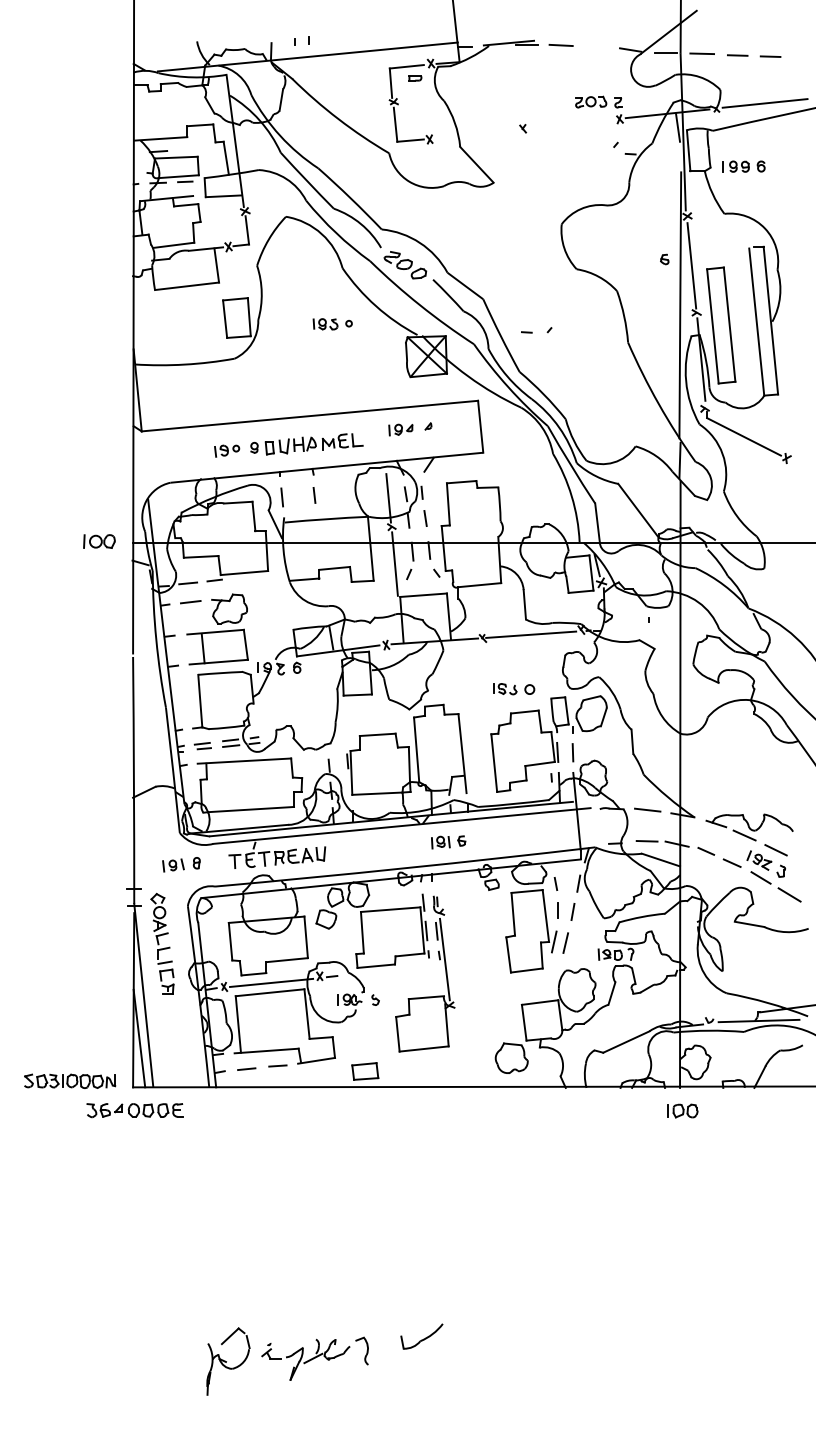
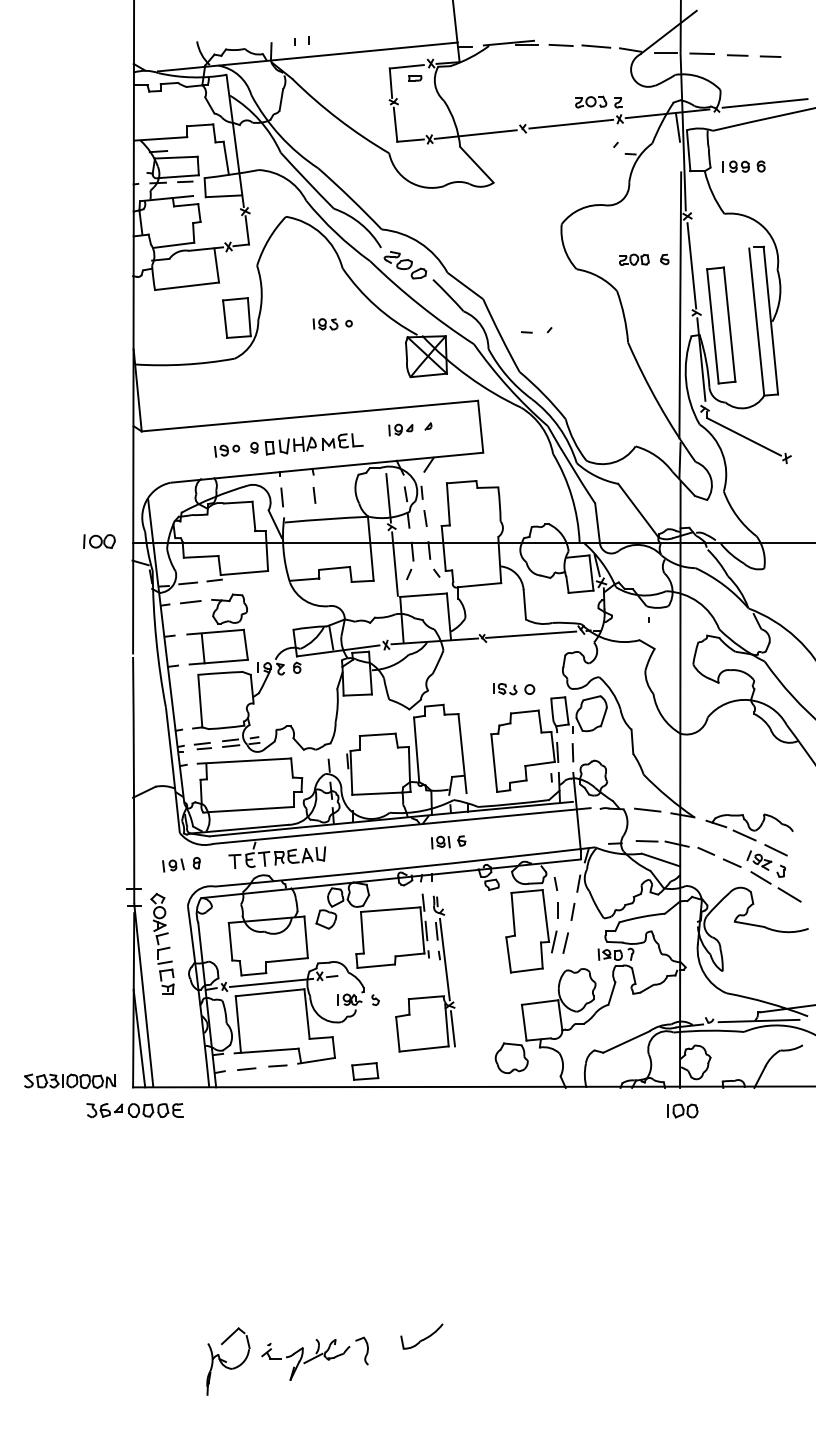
line at (596, 46): none -> present
line at (571, 123): none -> present
line at (475, 134): none -> present
part at (634, 259): none -> present
line at (452, 1028): none -> present
